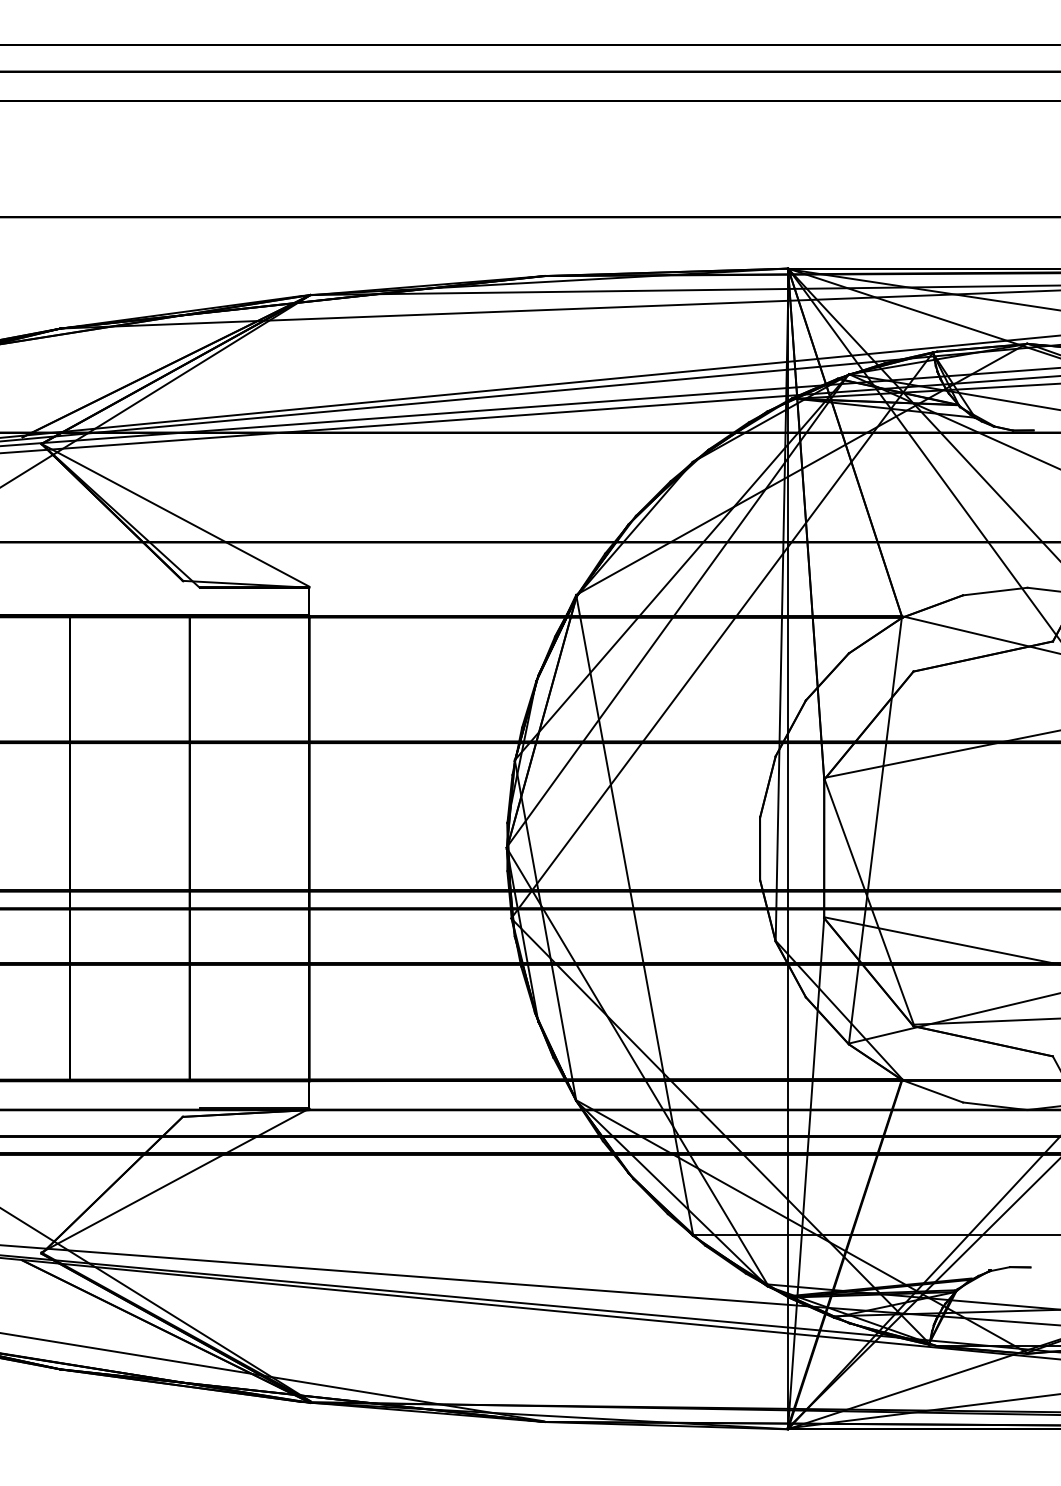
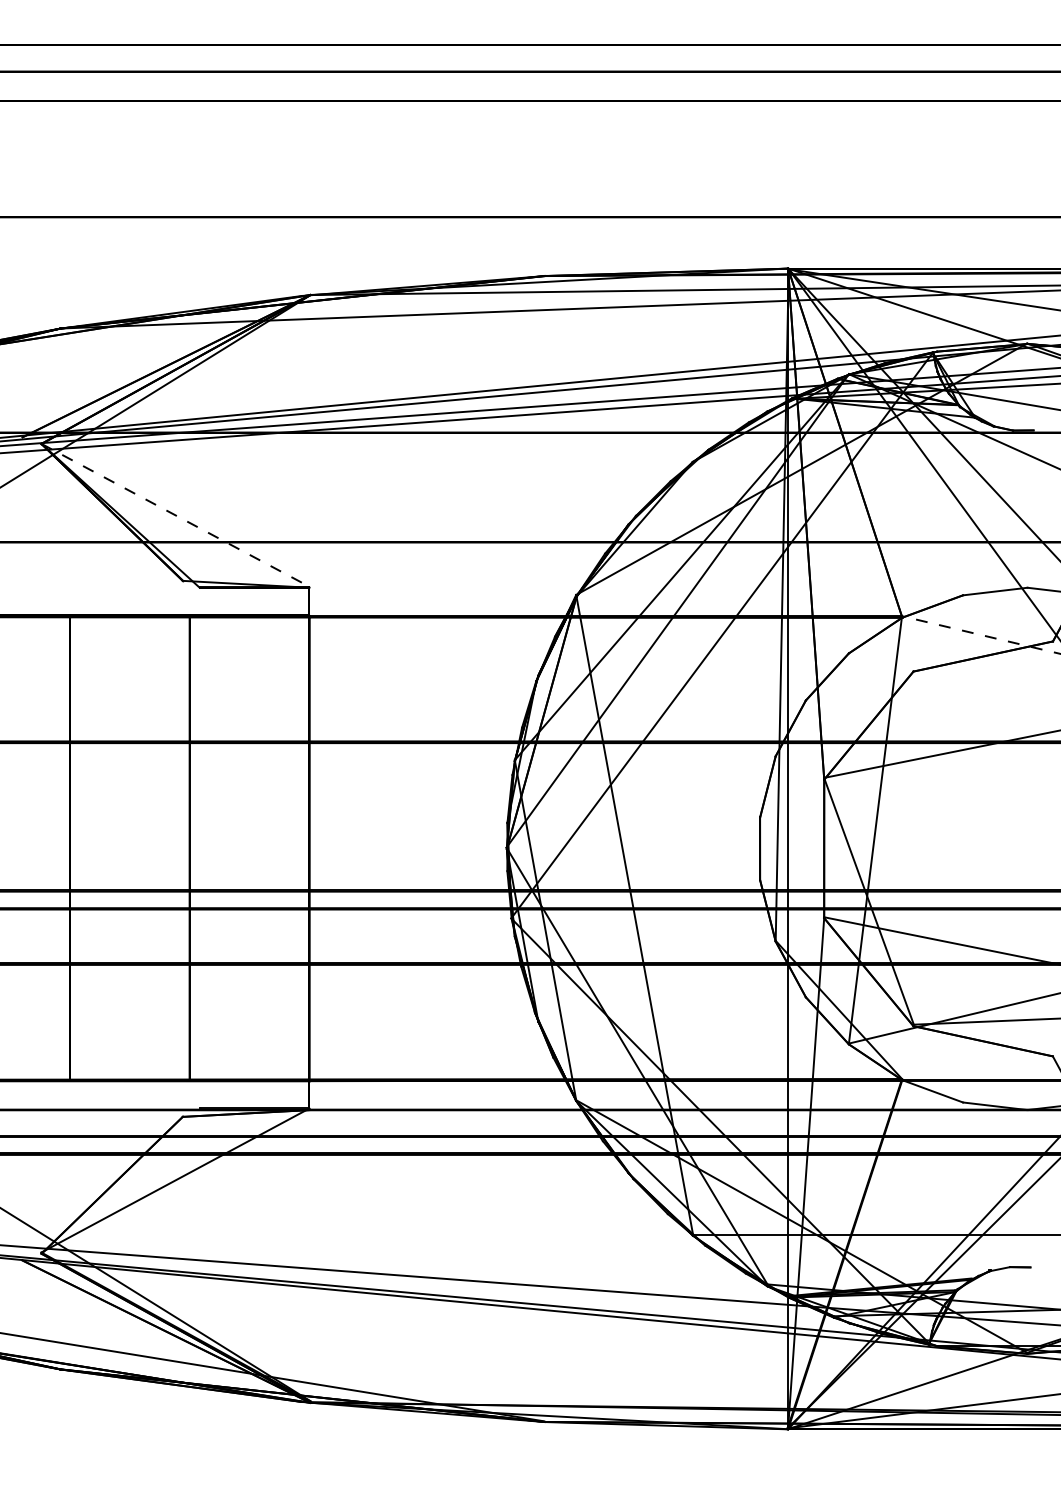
line at (175, 515): solid -> dashed
line at (980, 634): solid -> dashed
